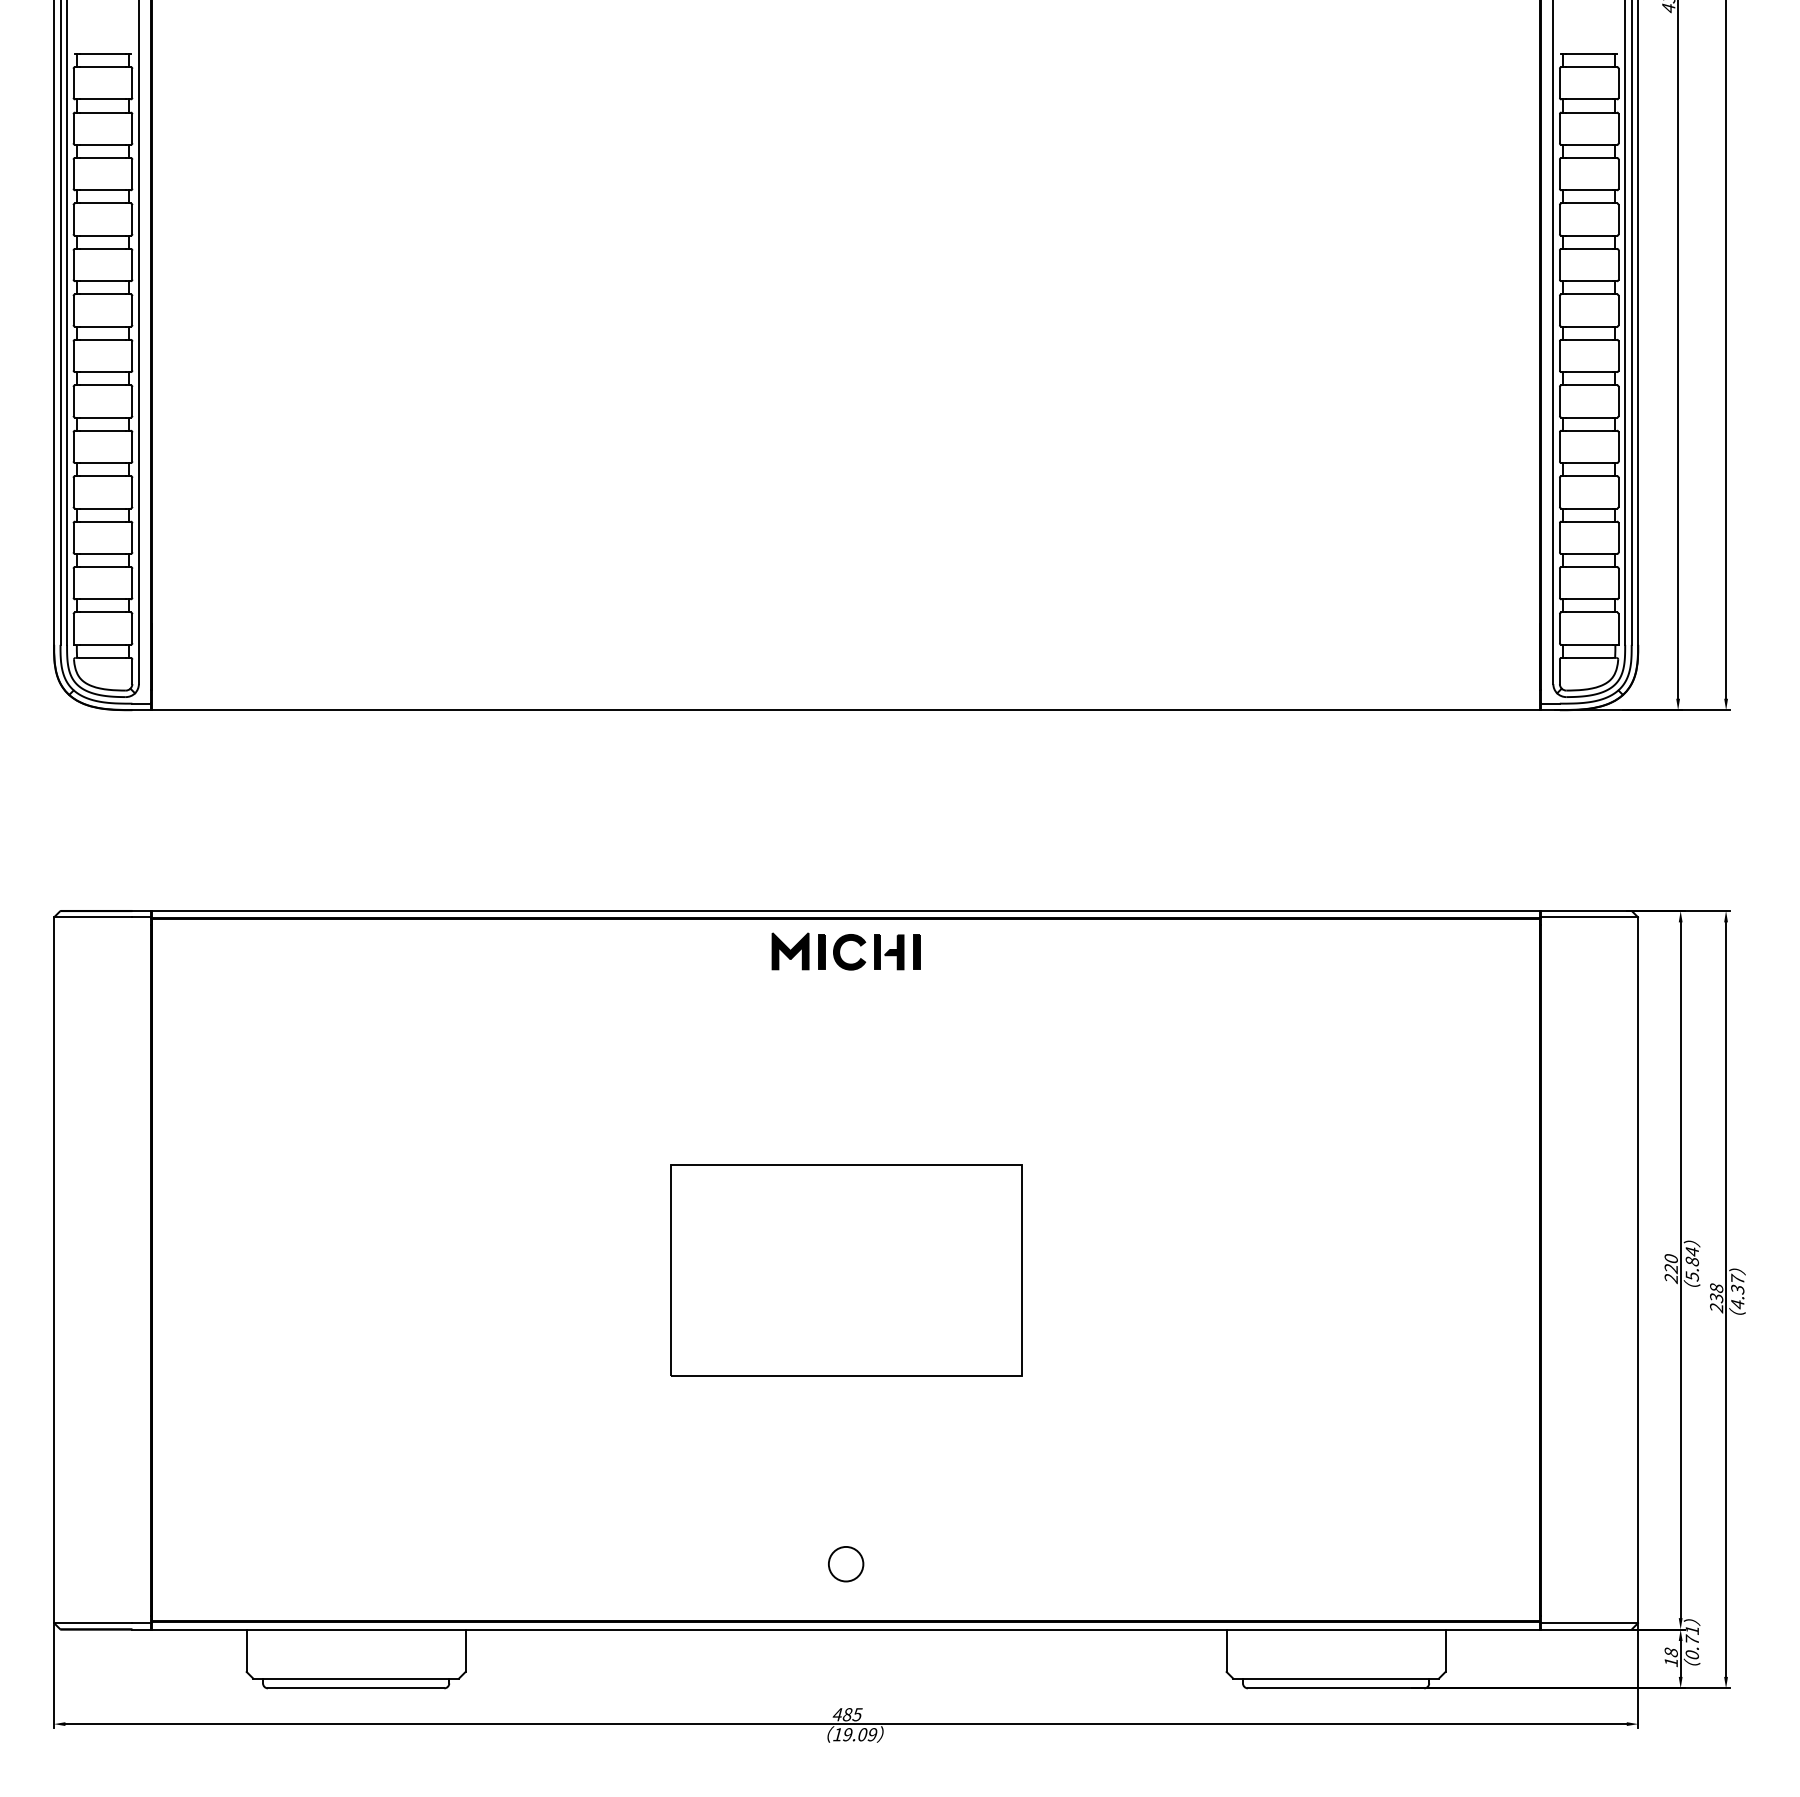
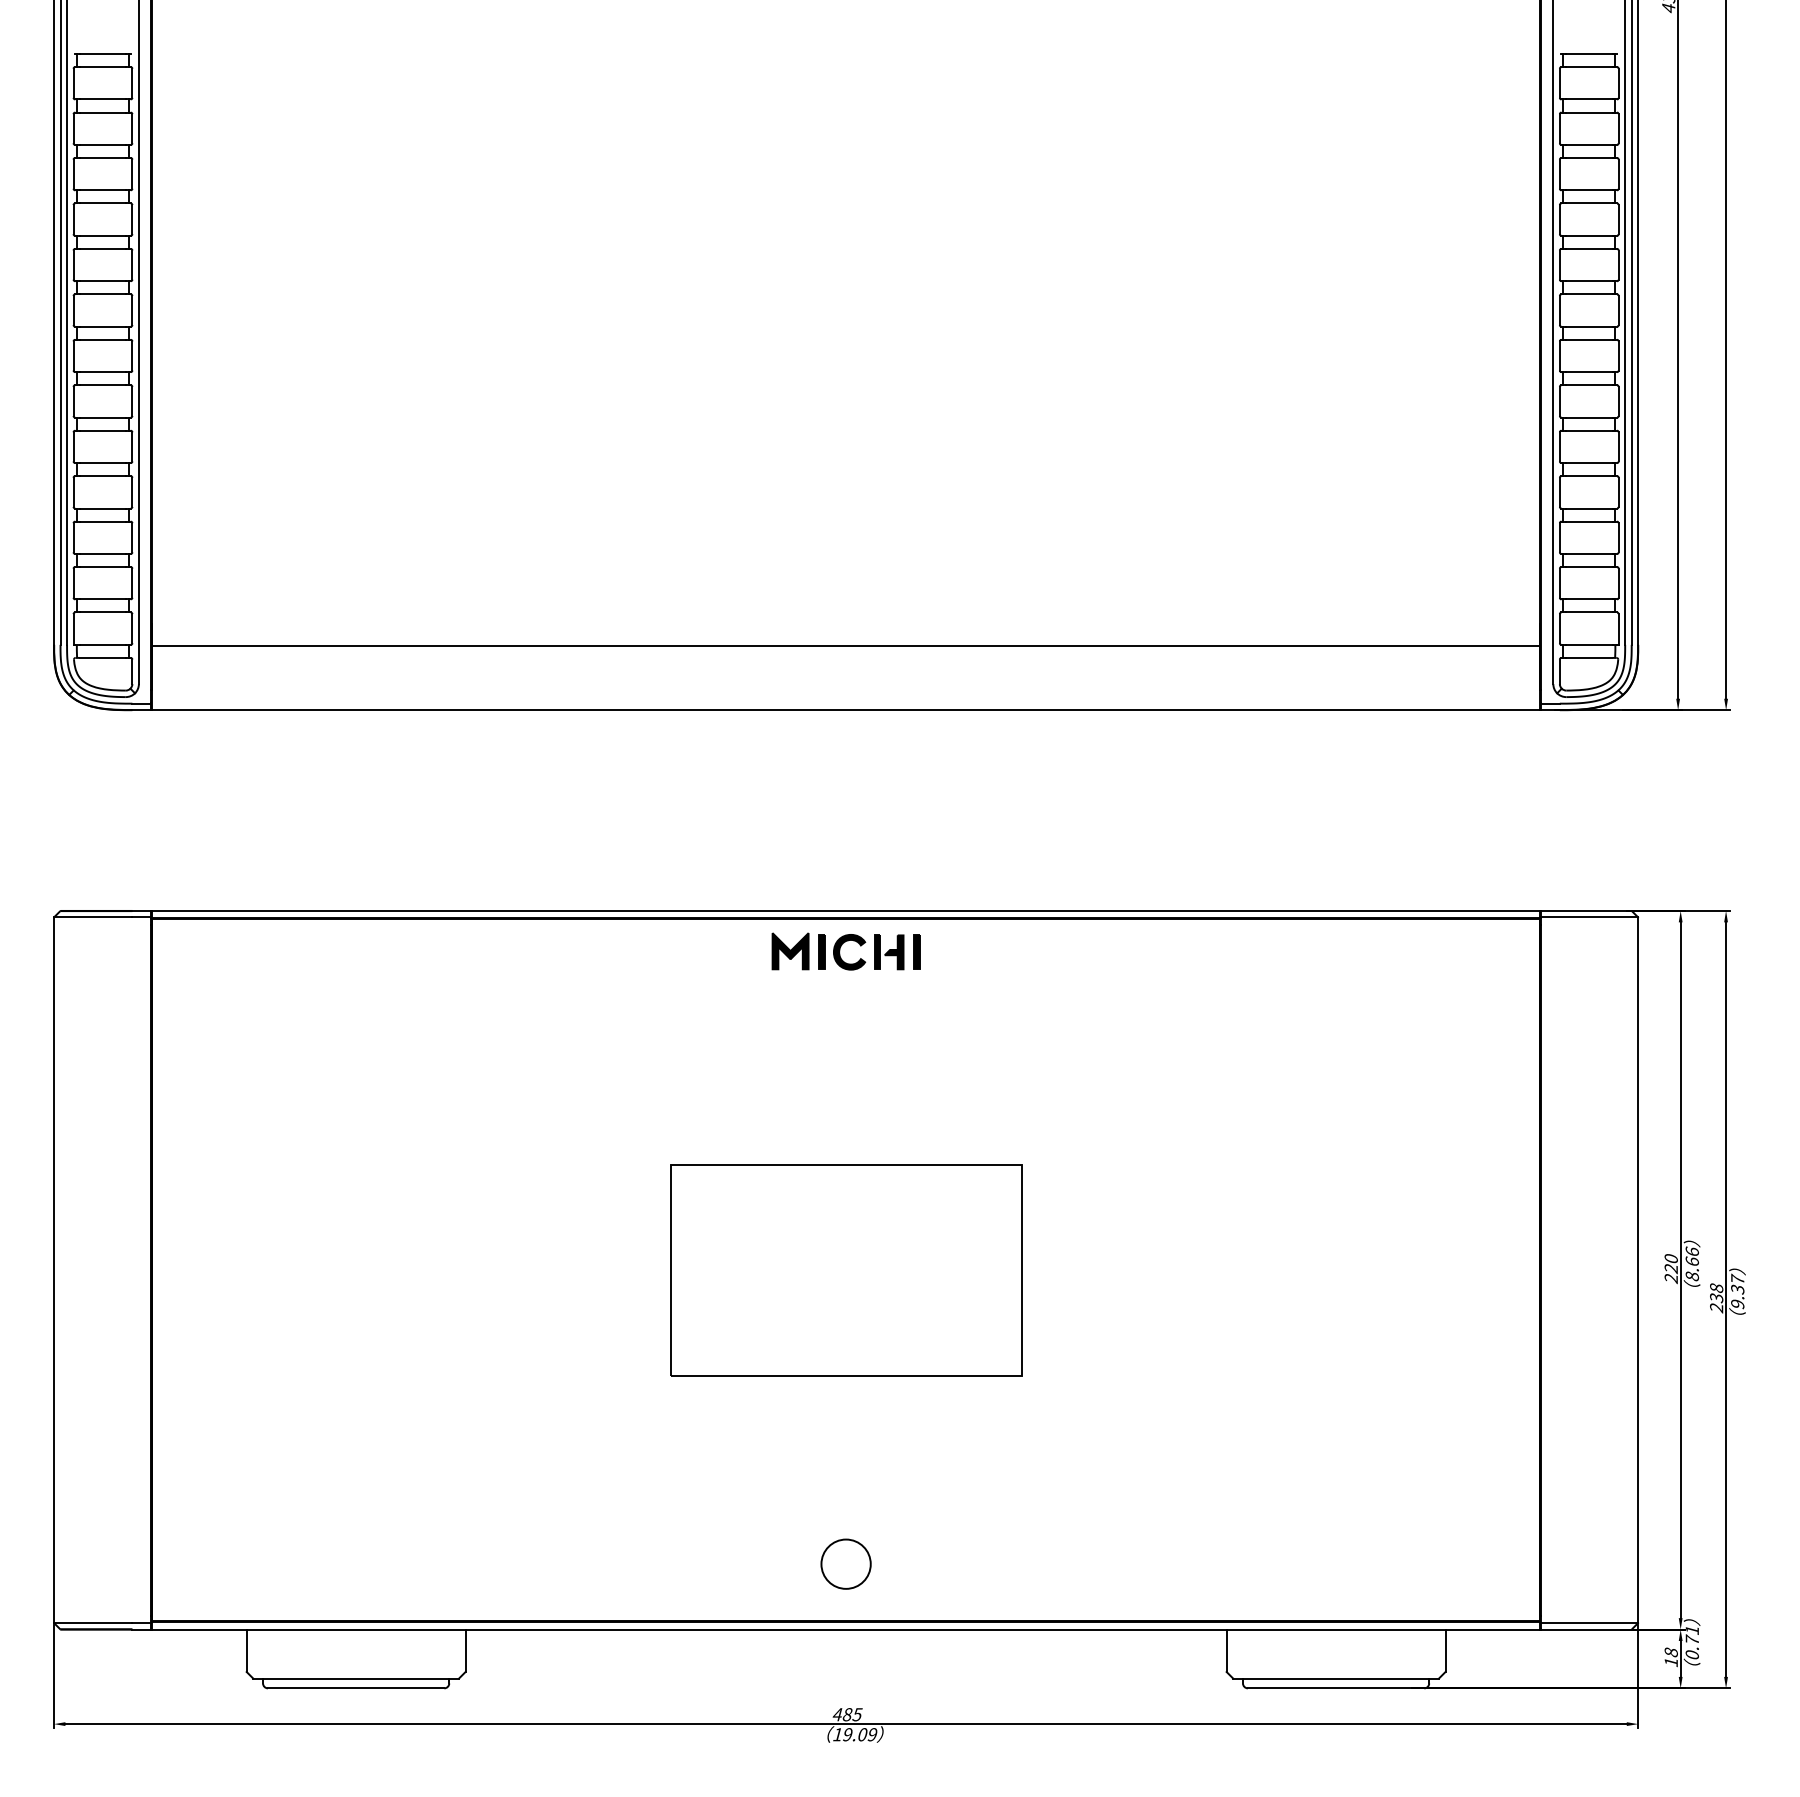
line at (845, 645): none -> present
text at (1691, 1263): 5.84 -> 8.66
text at (1737, 1304): 4.37 -> 9.37
circle at (845, 1563) diameter: 35 px -> 49 px
